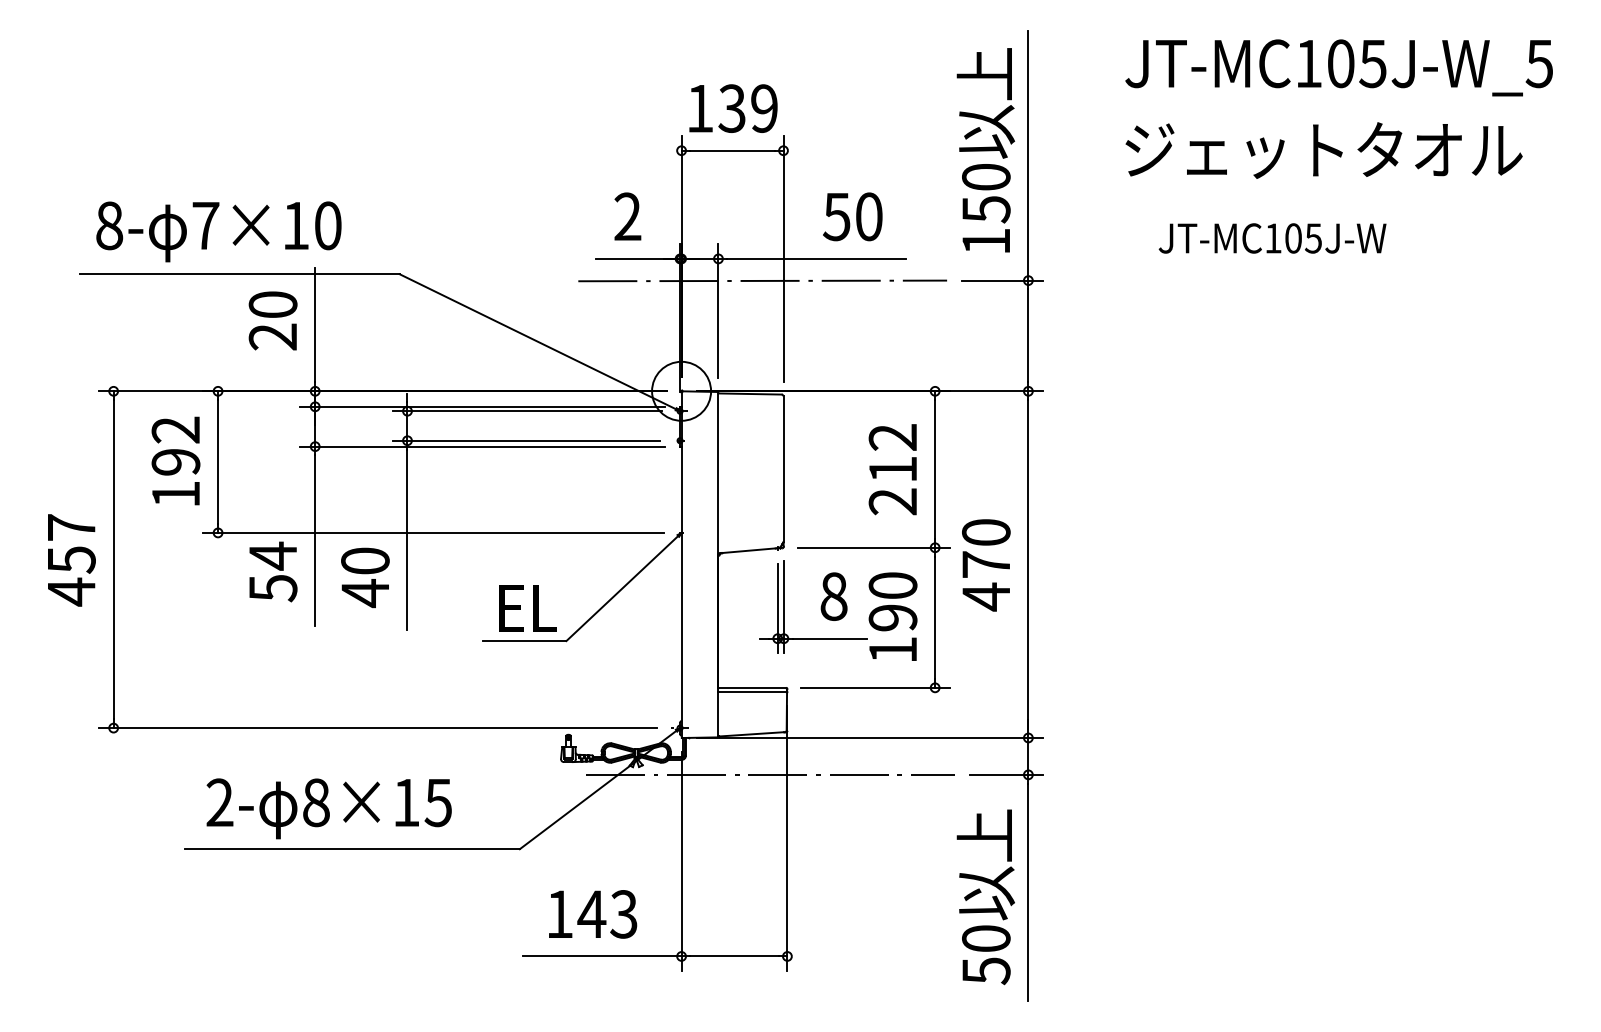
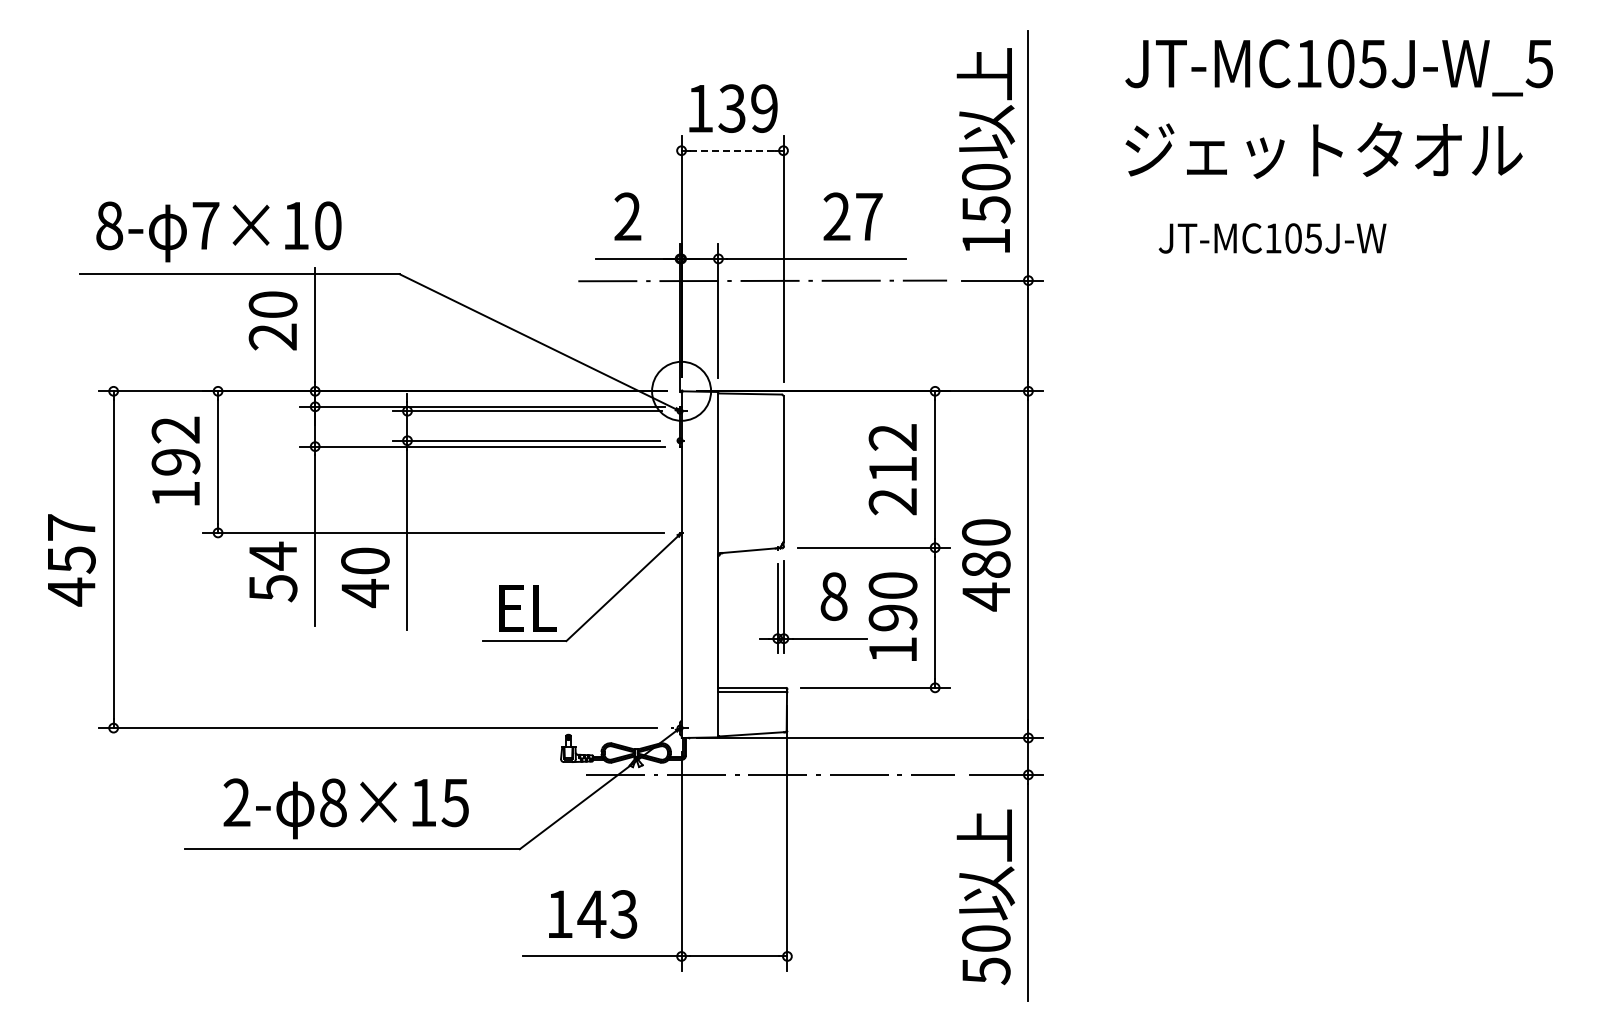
line at (733, 150): solid -> dashed
text at (852, 216): 50 -> 27
text at (986, 564): 470 -> 480
text at (328, 808) position: (328, 808) -> (345, 808)
